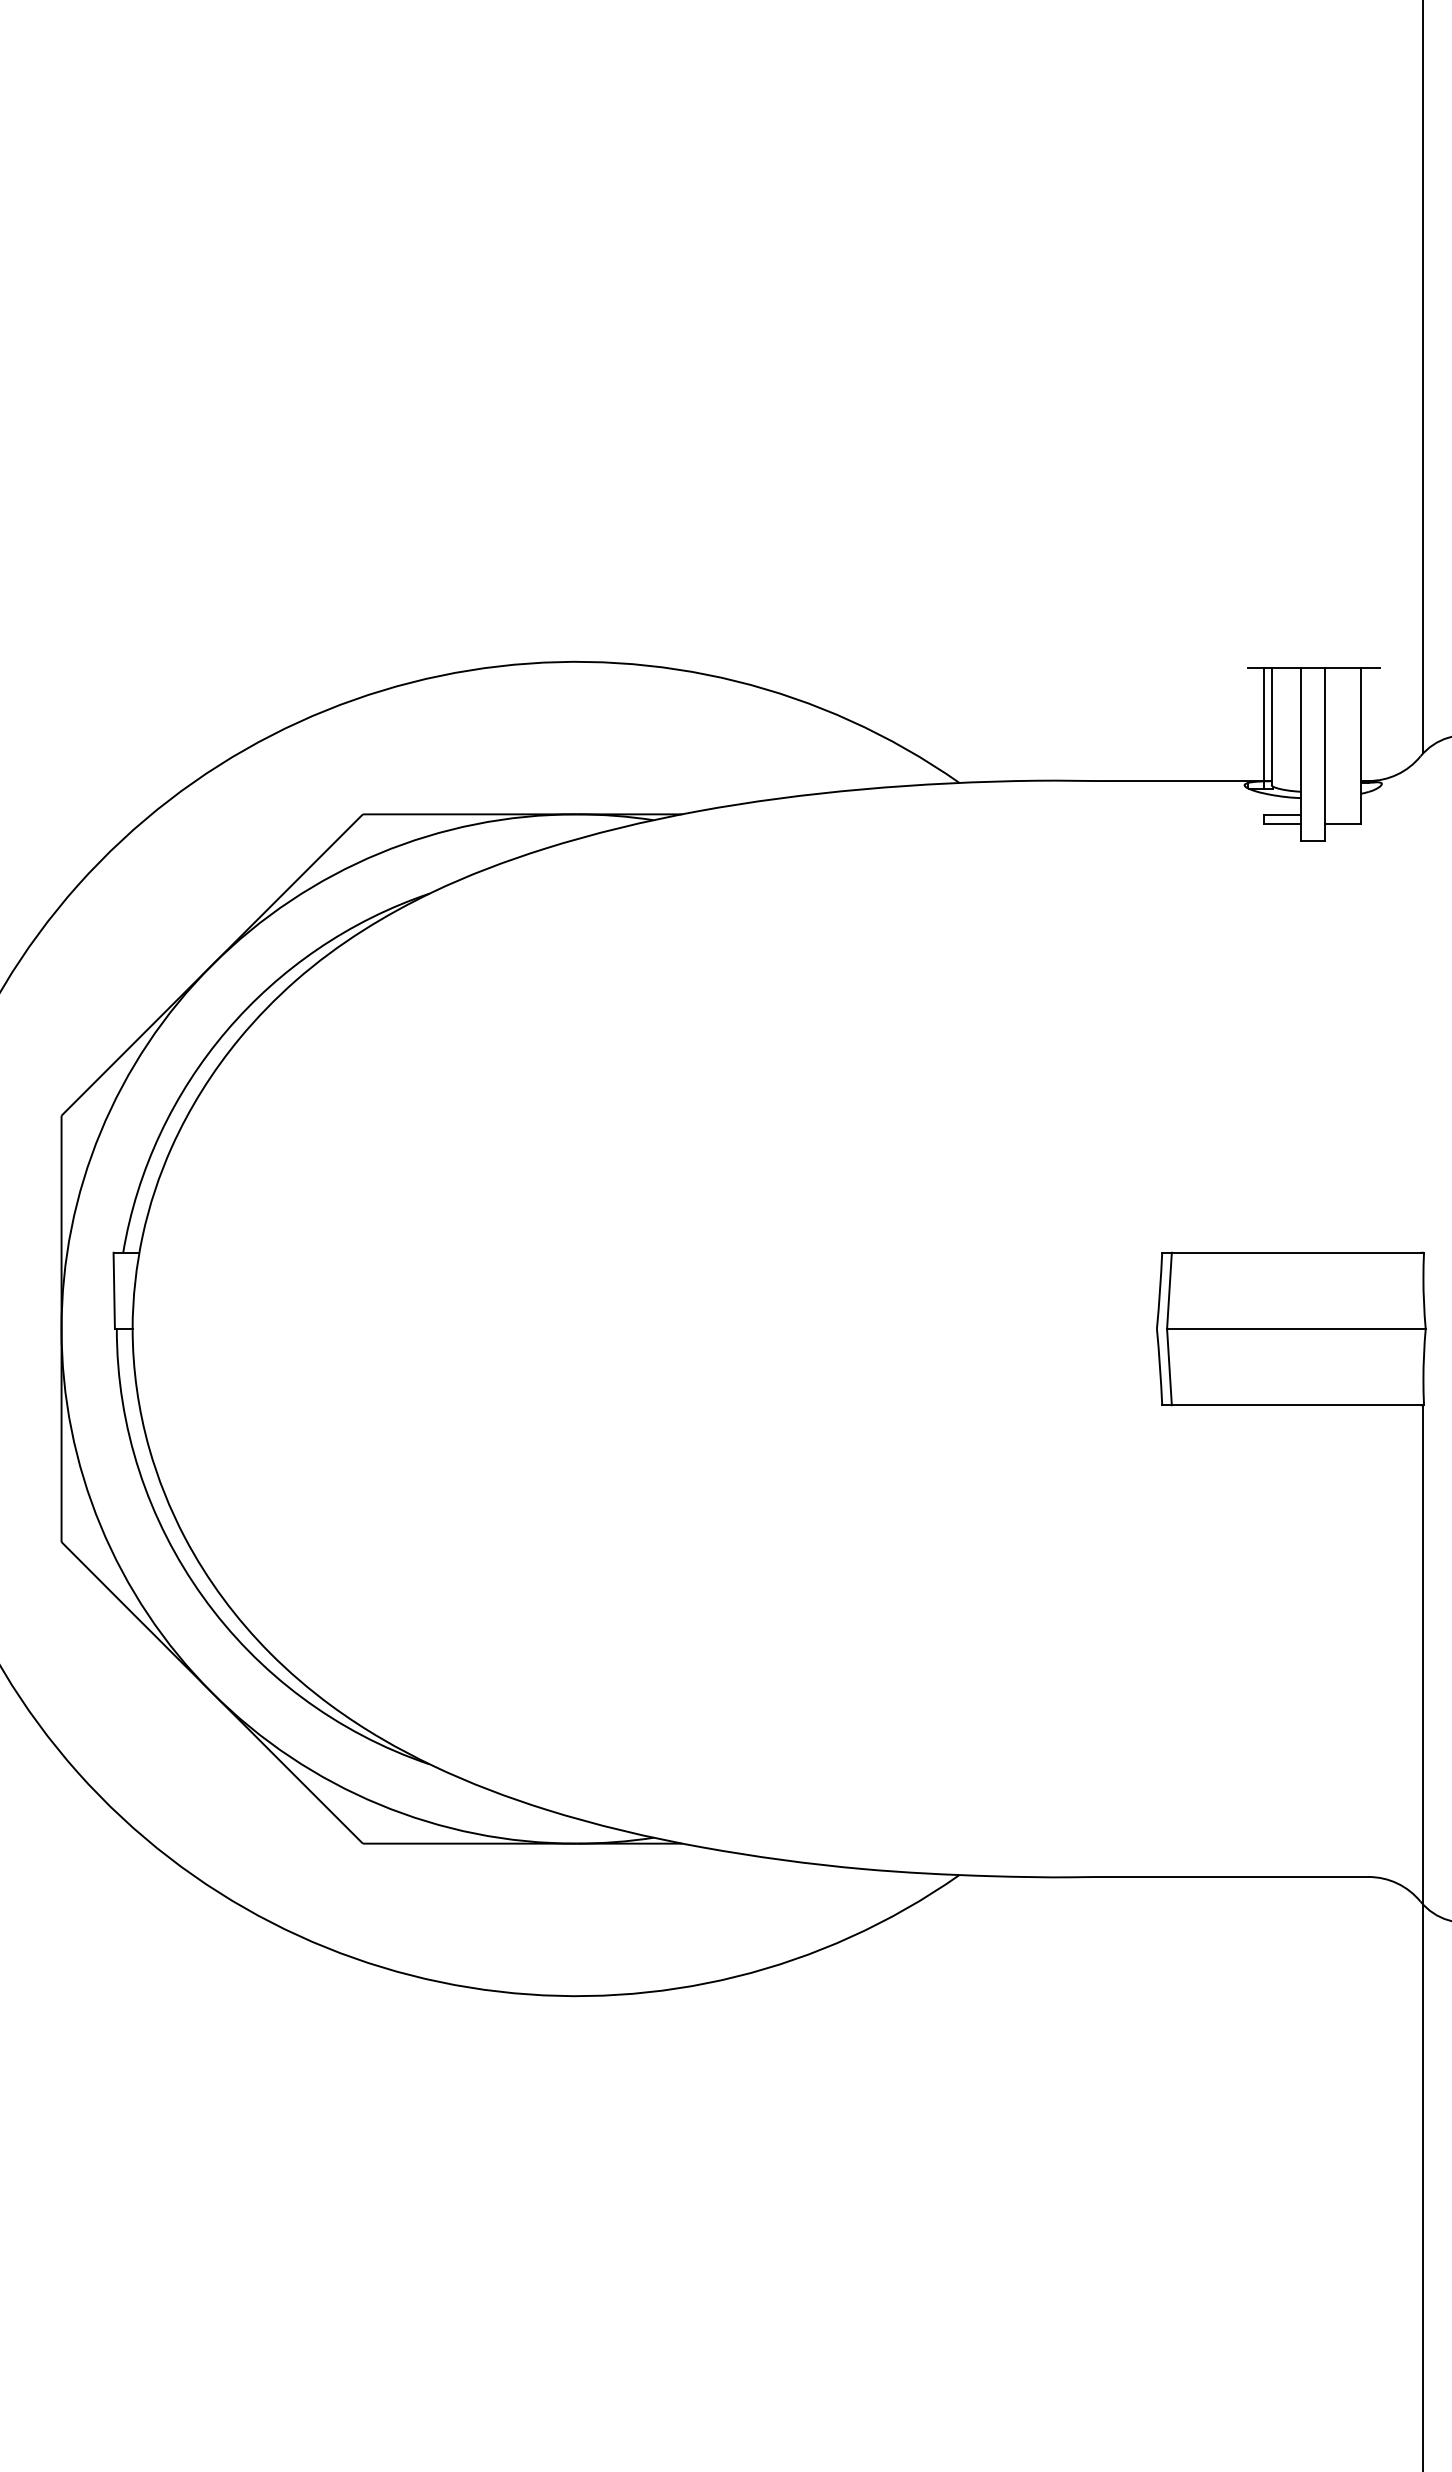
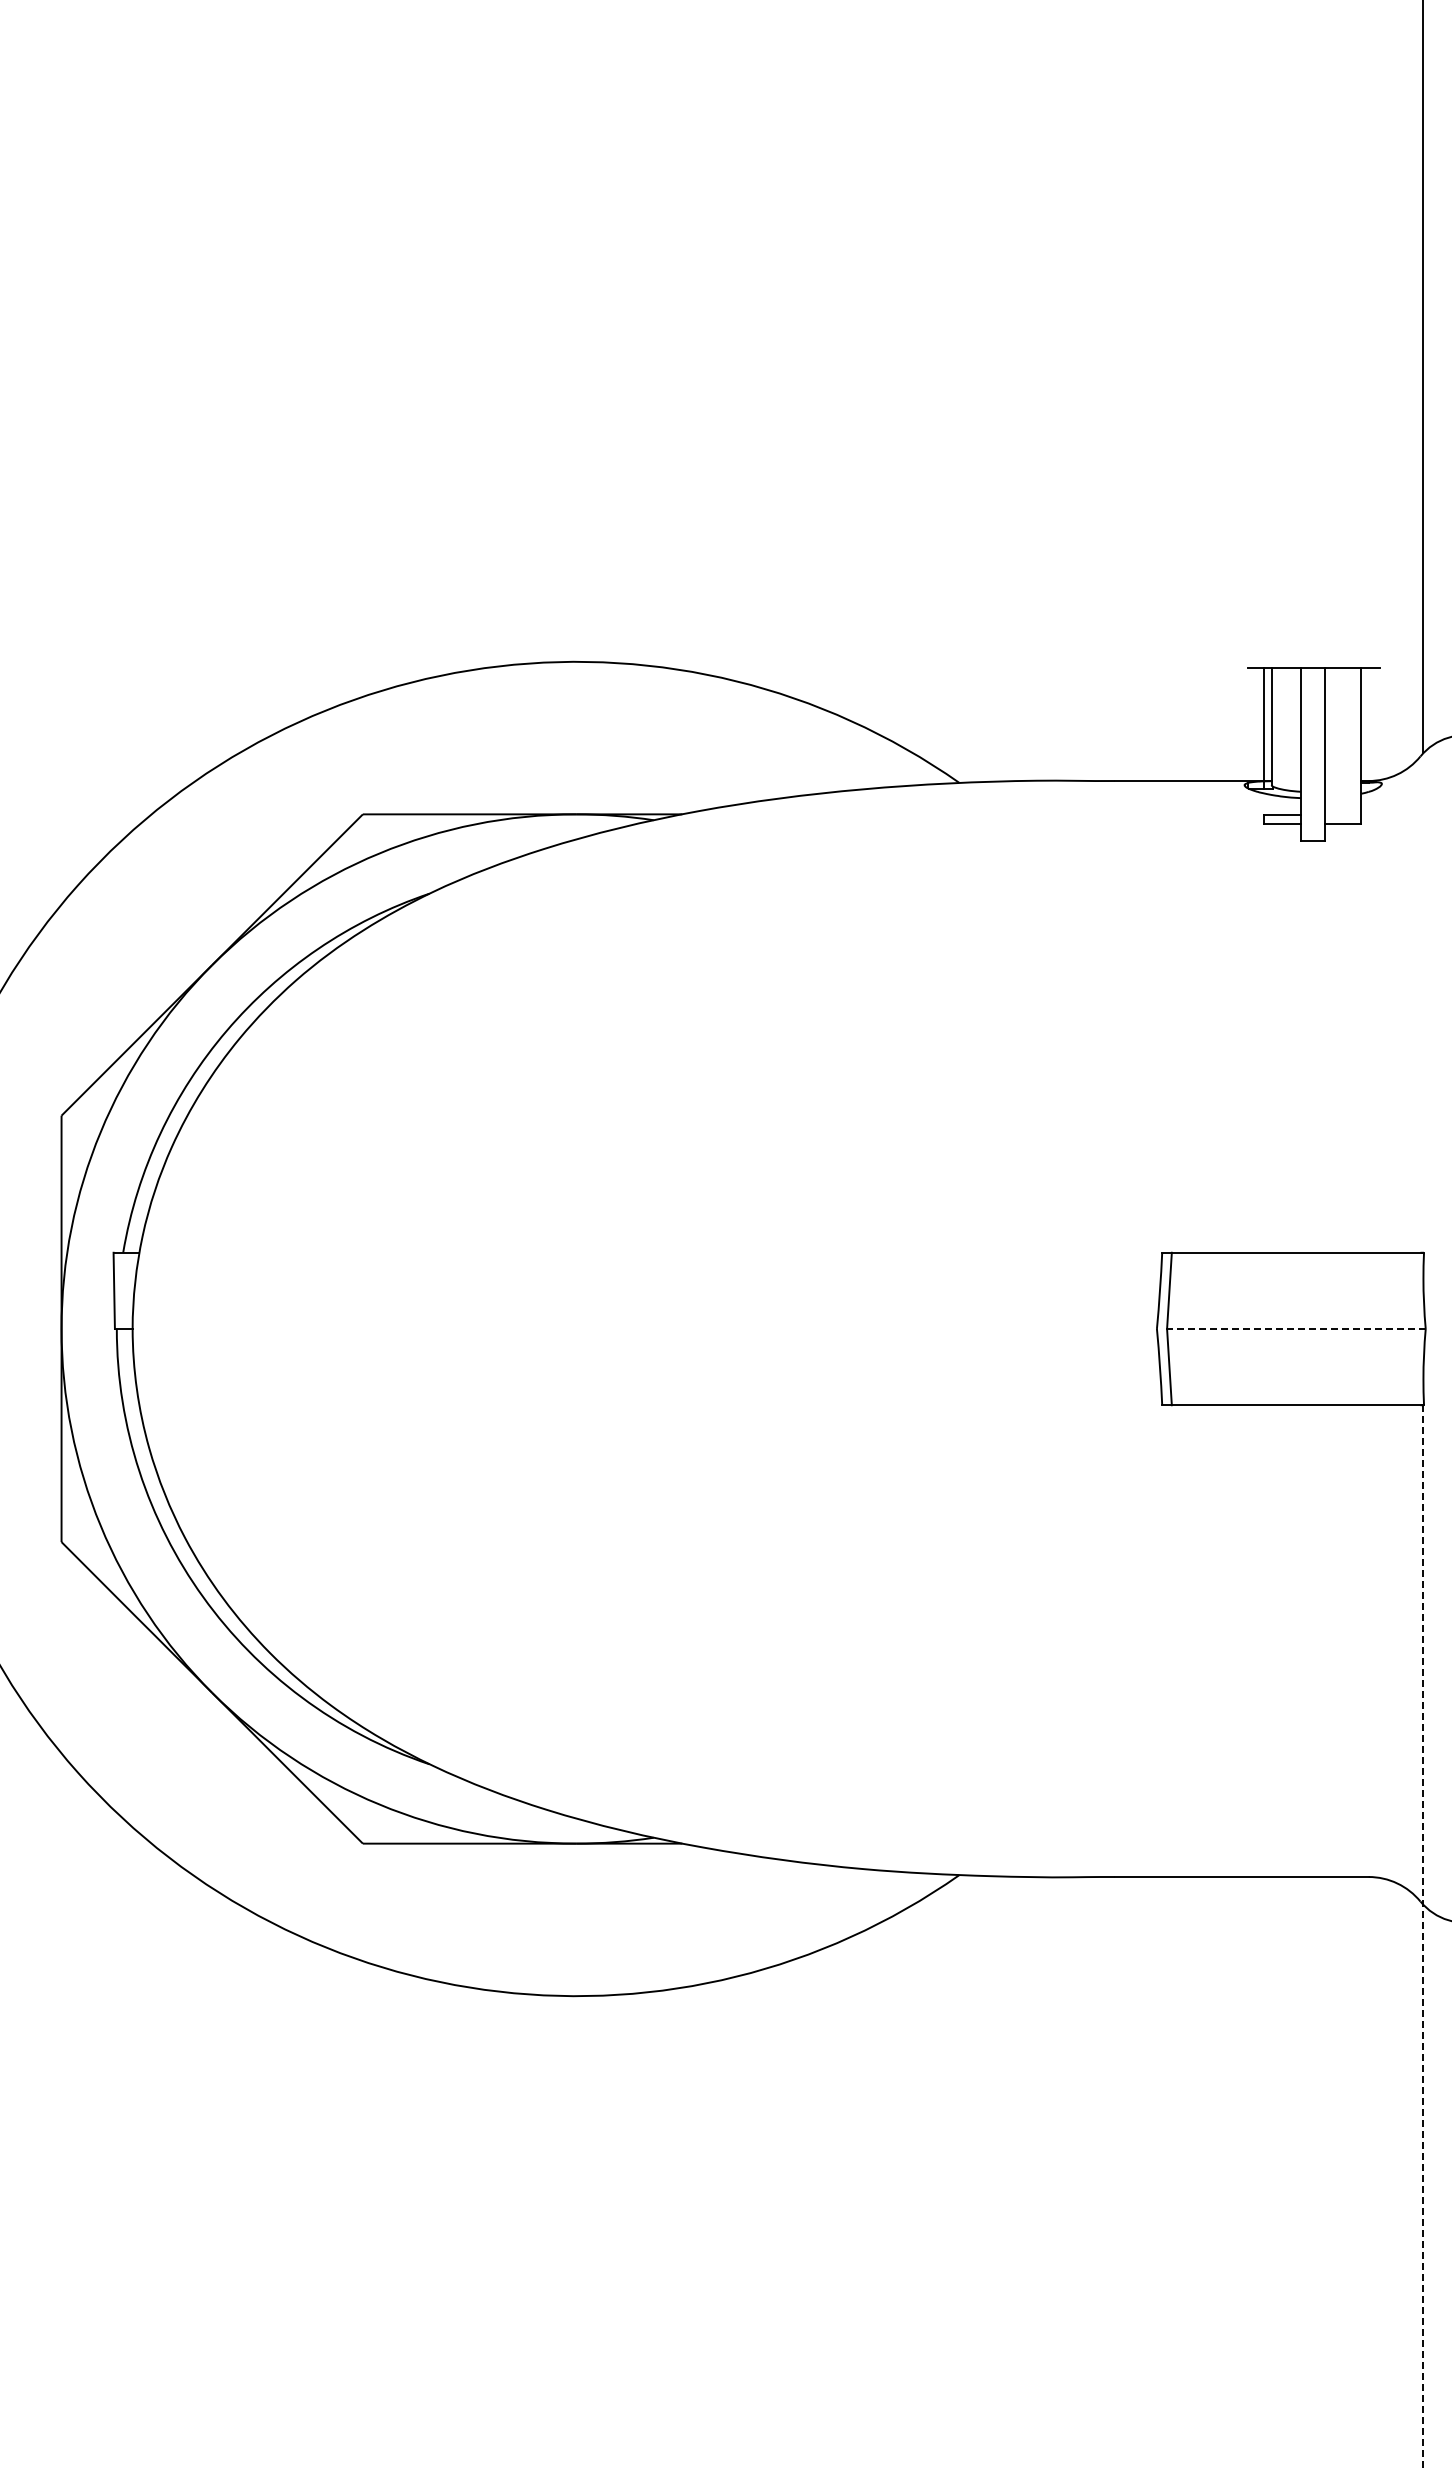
line at (1295, 1329): solid -> dashed
line at (1423, 1938): solid -> dashed
